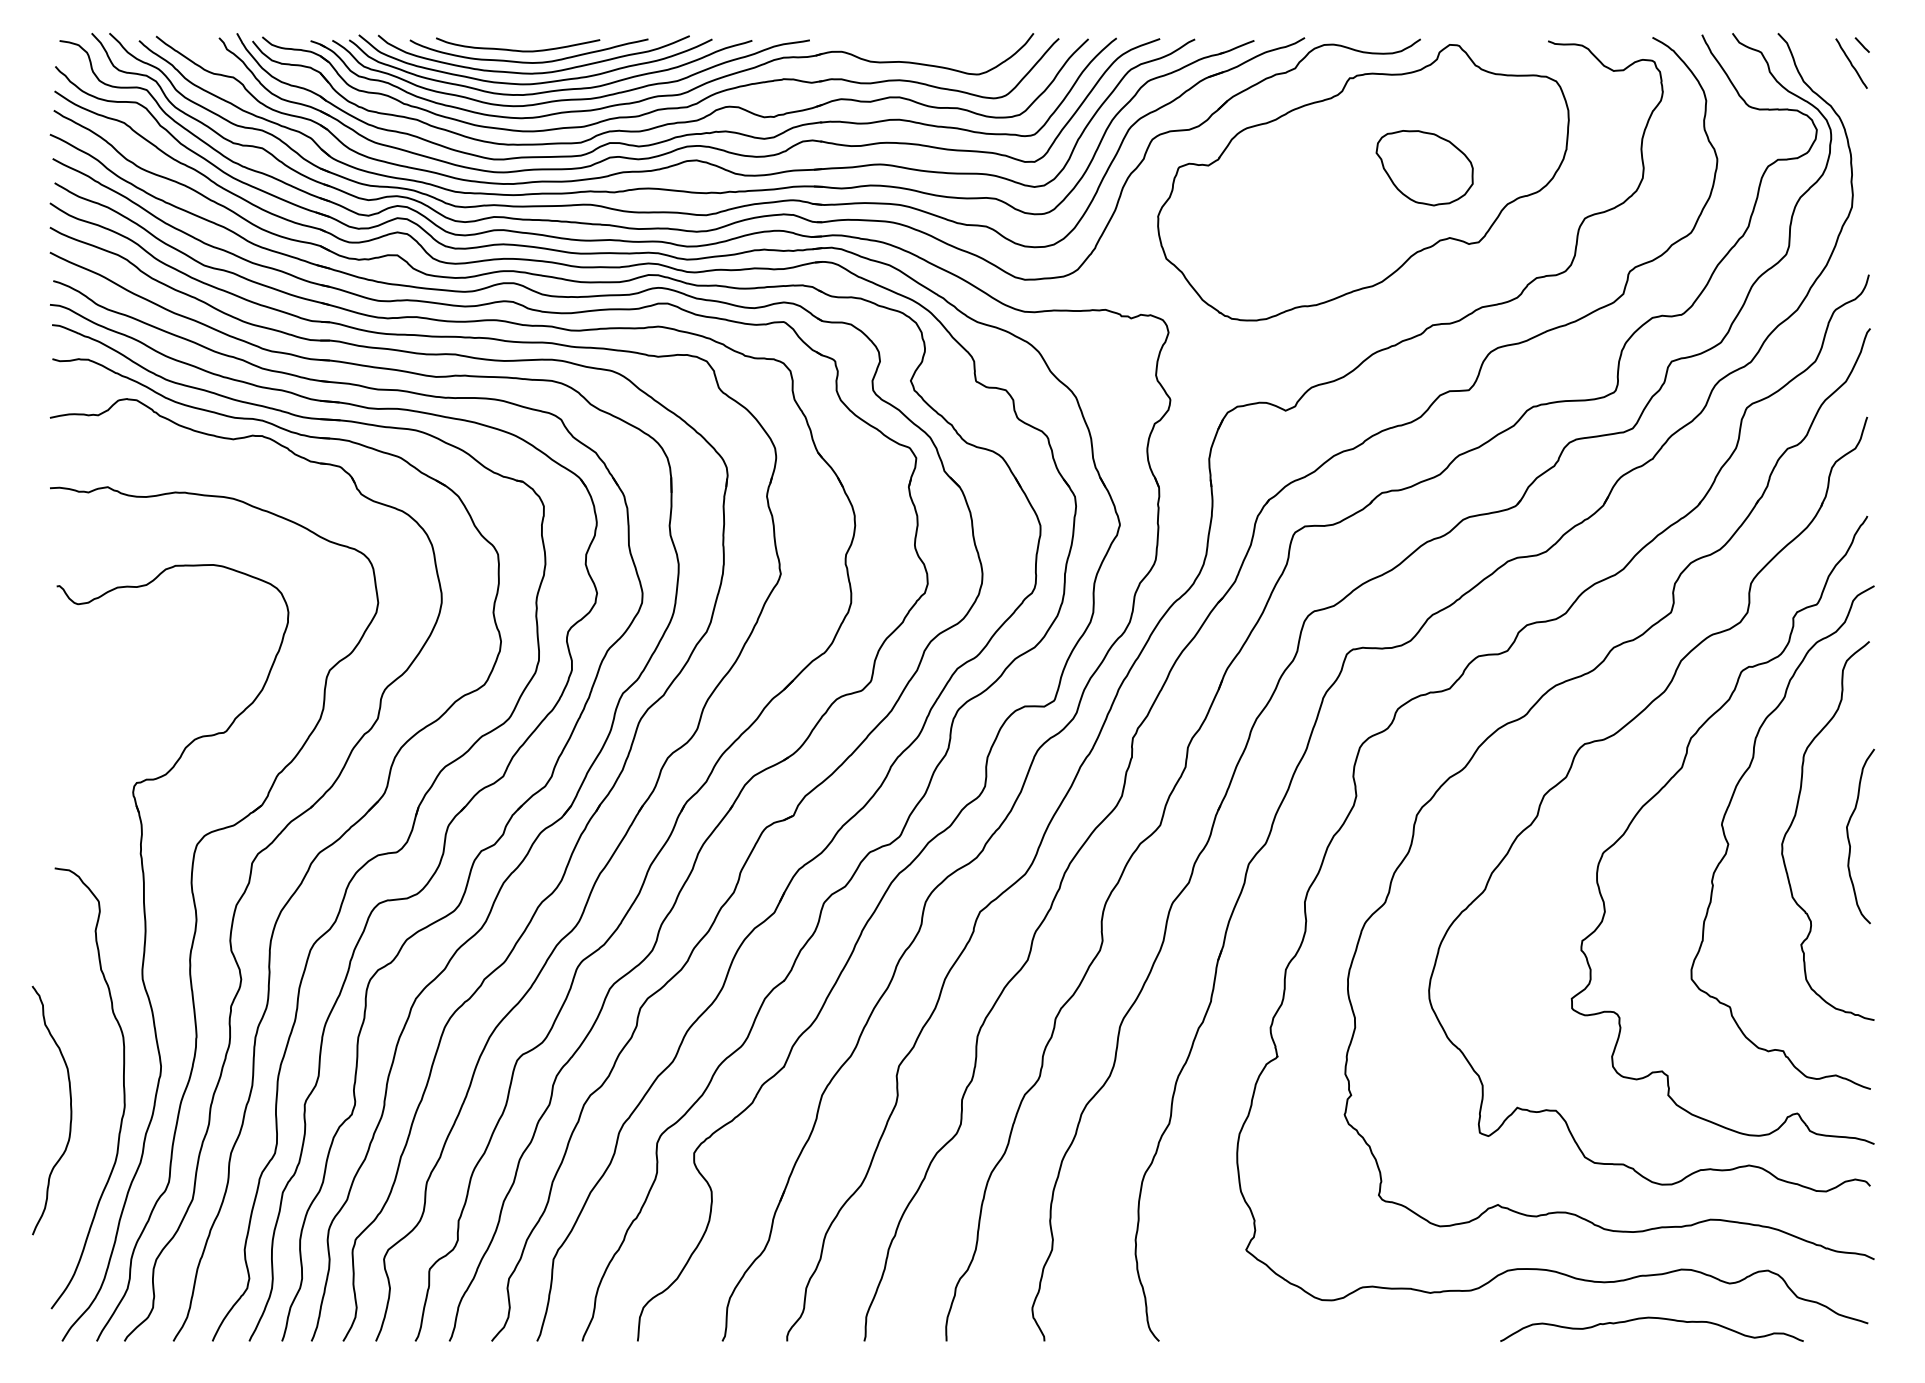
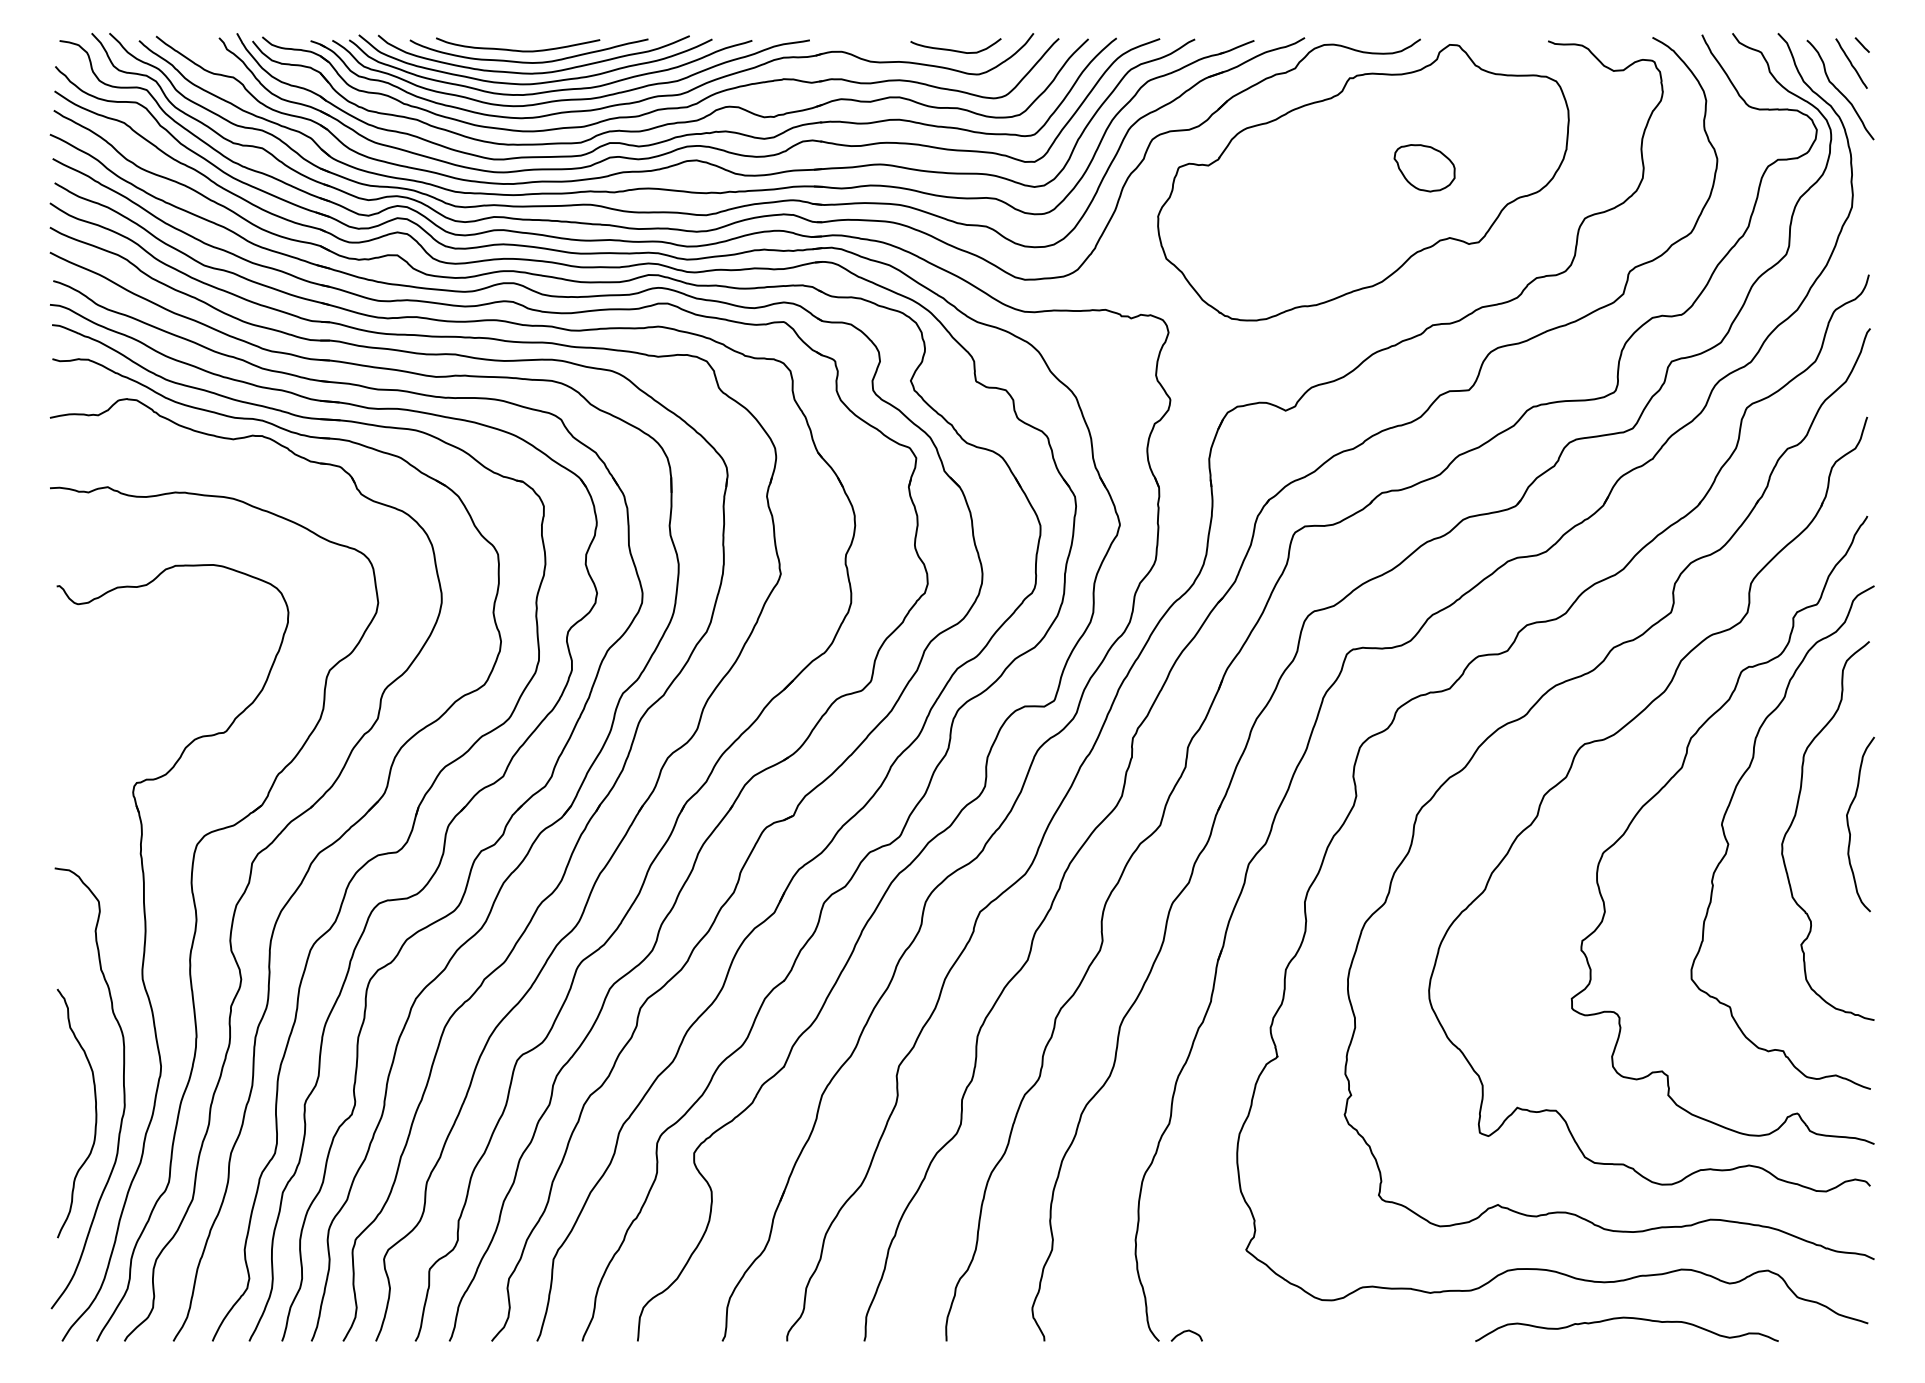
curve at (953, 49): none -> present
curve at (1839, 90): none -> present
part at (1424, 168) size: 99x77 px -> 63x49 px
curve at (1849, 838) position: (1849, 838) -> (1849, 826)
curve at (70, 1110) position: (70, 1110) -> (95, 1113)
curve at (1651, 1318) position: (1651, 1318) -> (1626, 1318)
curve at (1185, 1332): none -> present
